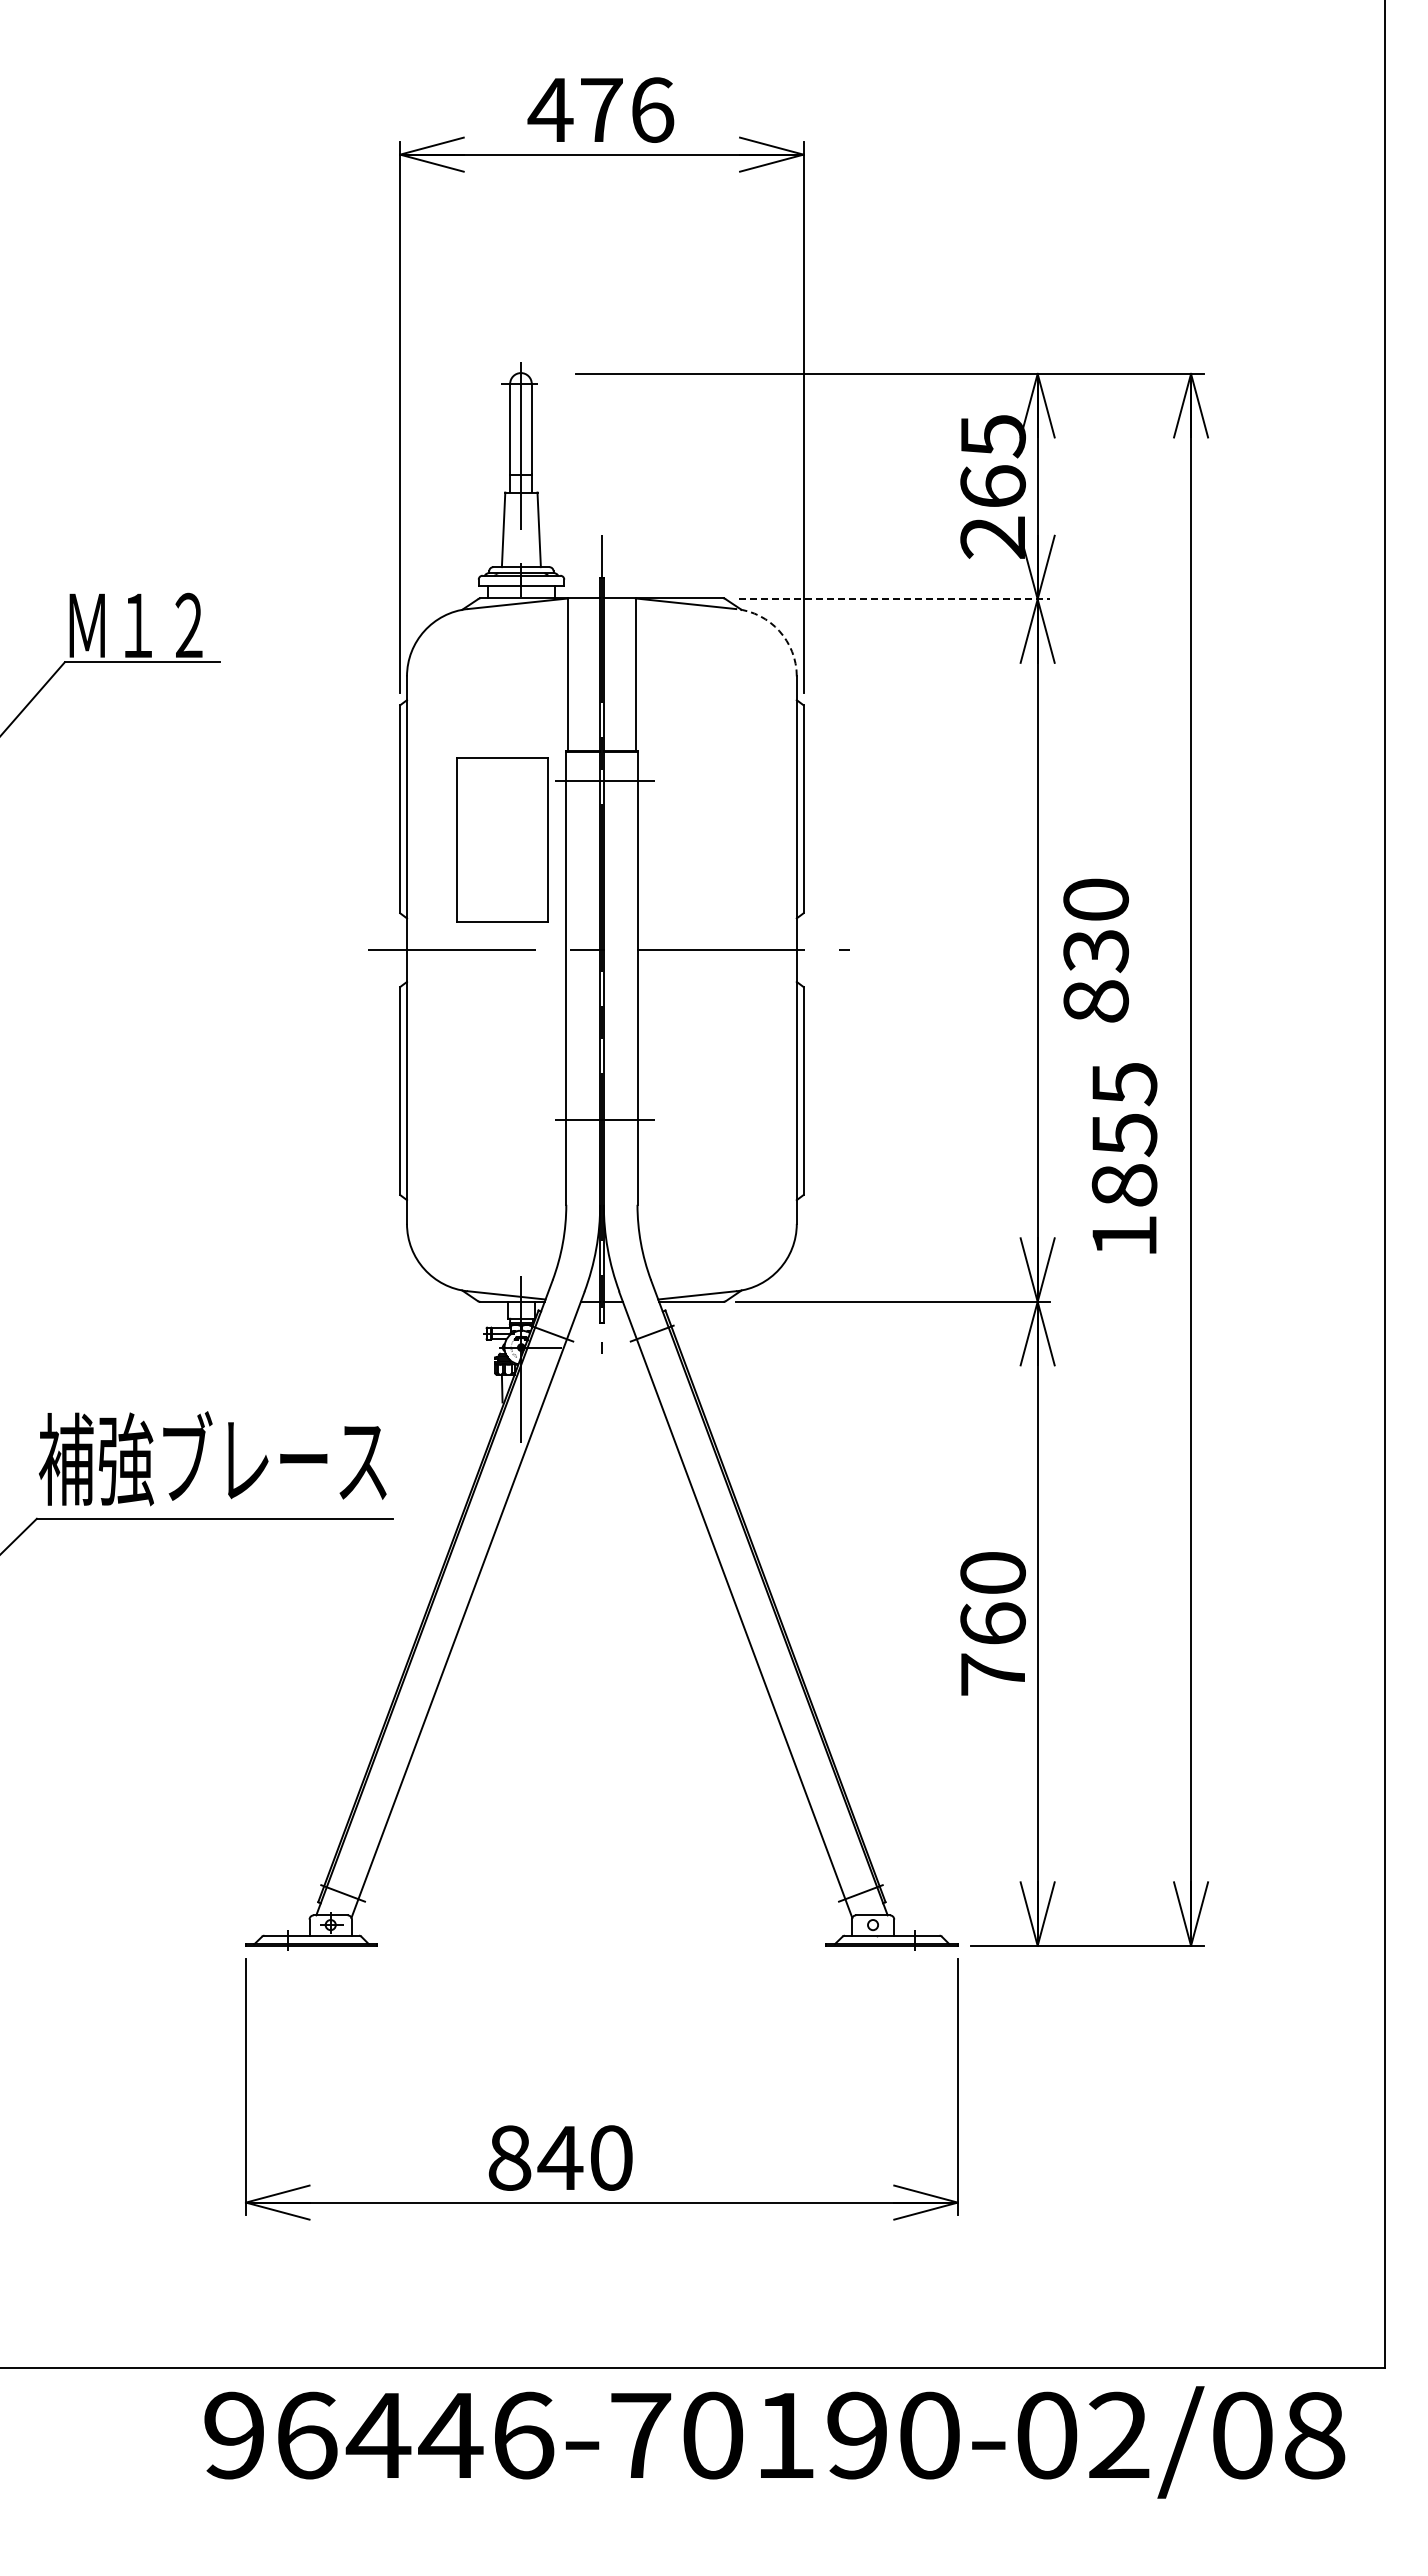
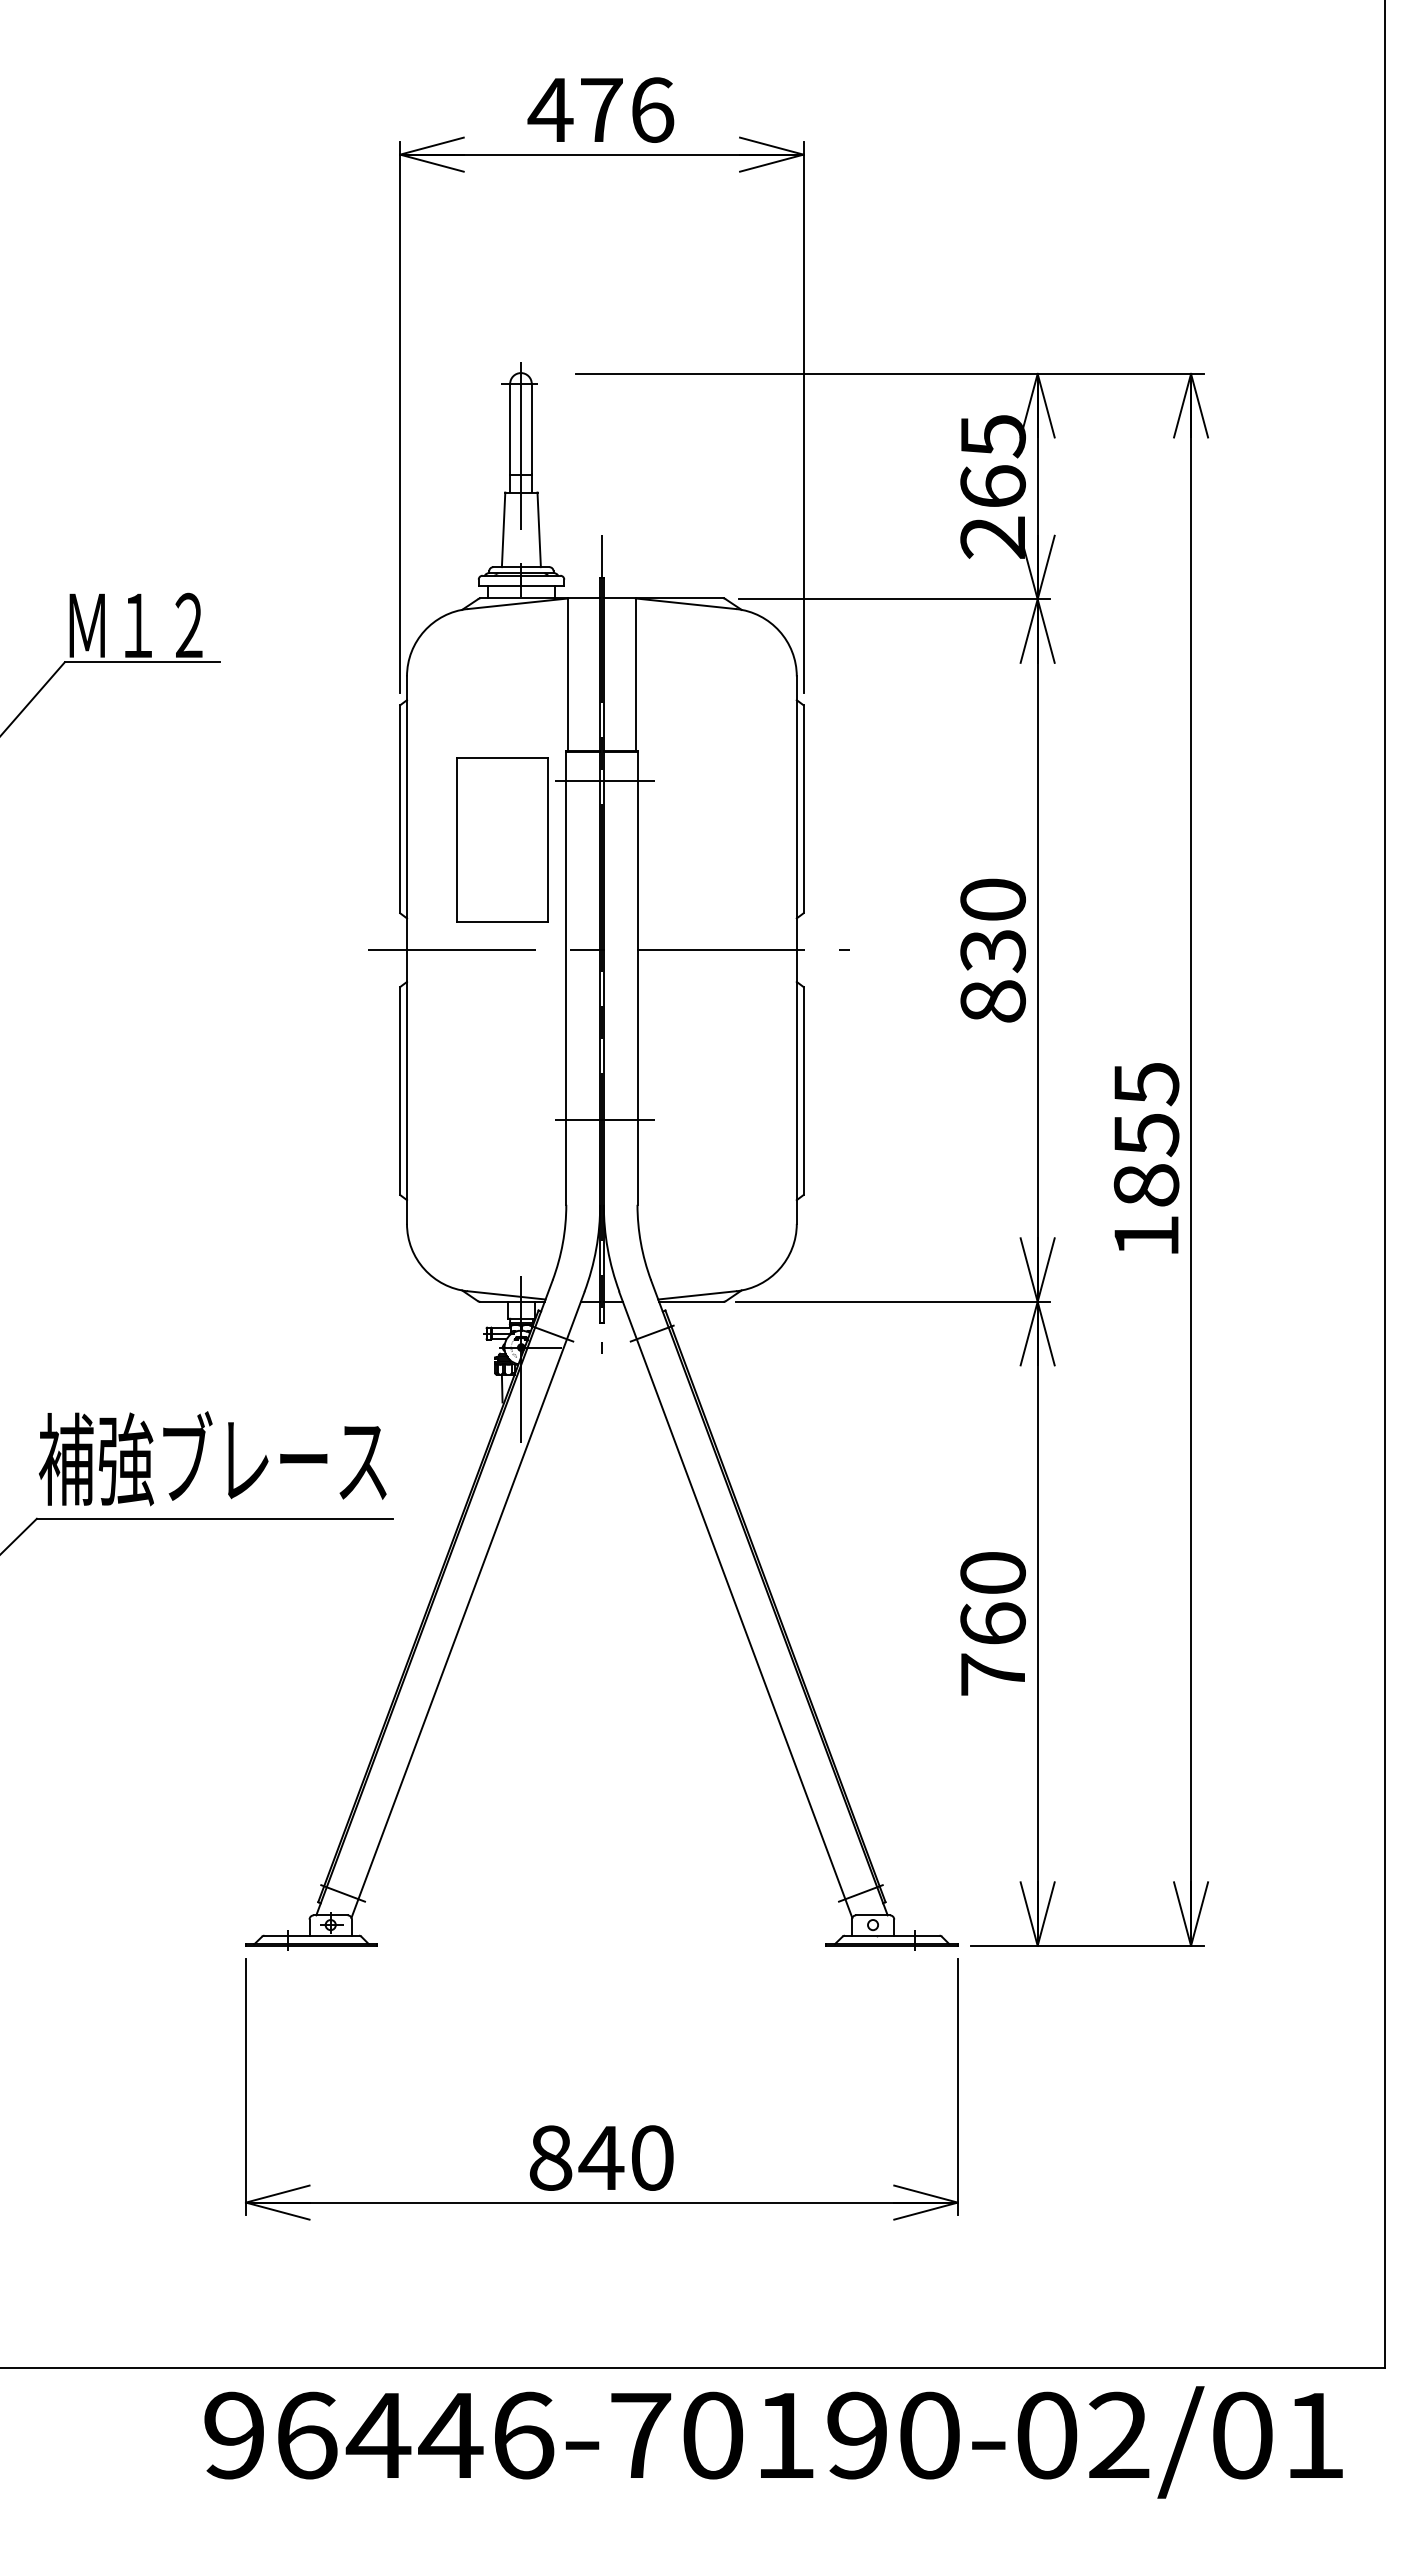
line at (894, 599): dashed -> solid
arc at (779, 631): dashed -> solid
text at (1095, 950) position: (1095, 950) -> (992, 950)
text at (1124, 1158) position: (1124, 1158) -> (1146, 1158)
text at (560, 2157) position: (560, 2157) -> (601, 2157)
text at (1315, 2435): 96446-70190-02/08 -> 96446-70190-02/01
